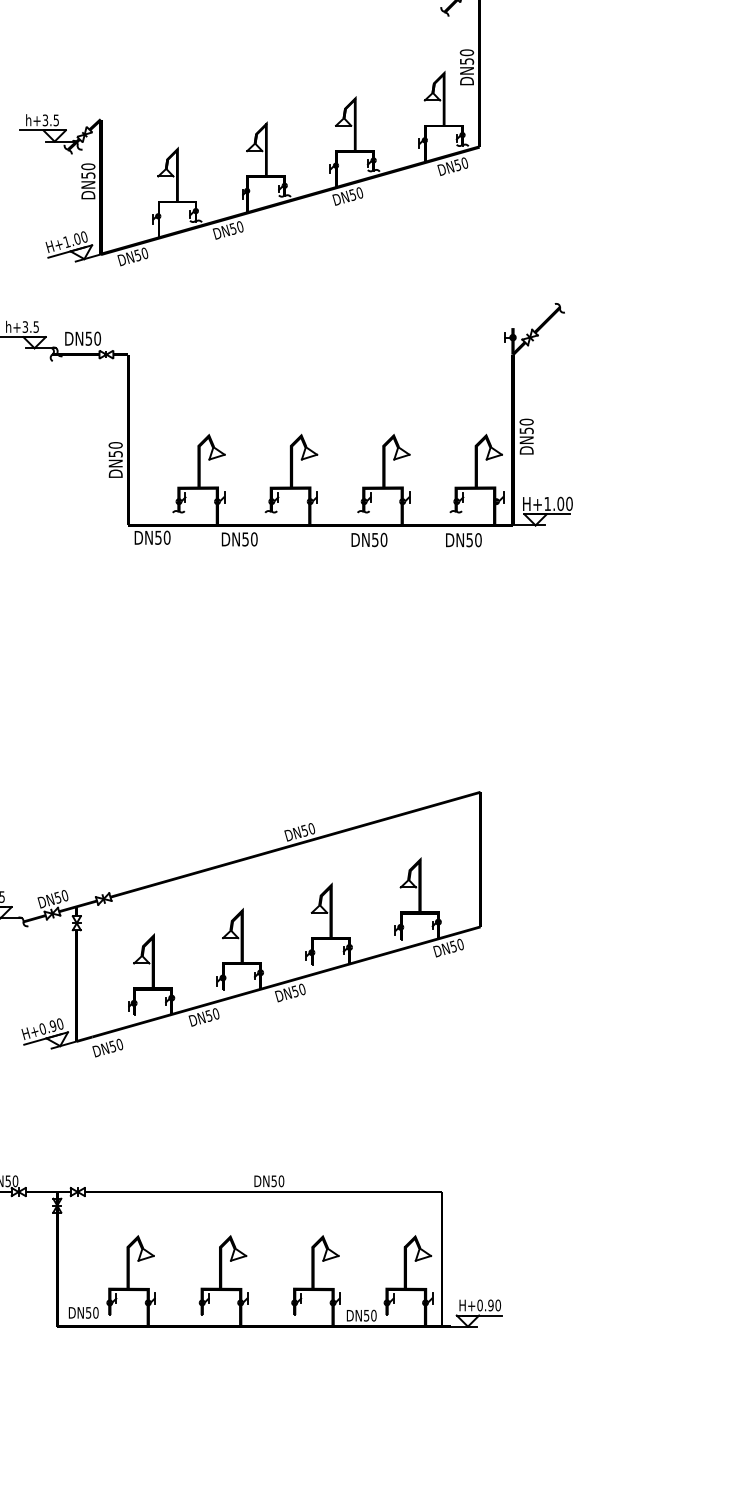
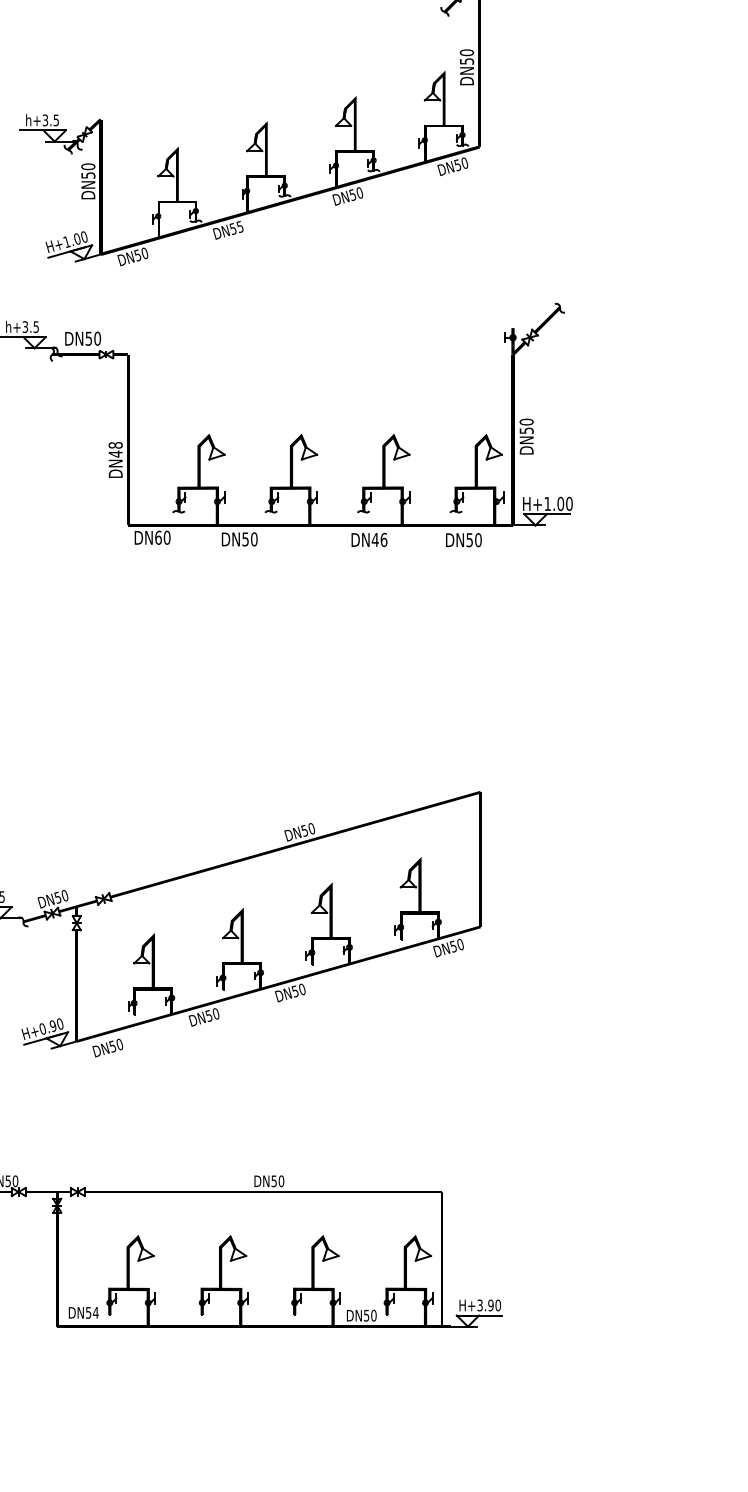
text at (239, 226): DN50 -> DN55
text at (115, 449): DN50 -> DN48
text at (158, 537): DN50 -> DN60
text at (379, 539): DN50 -> DN46
text at (479, 1305): H+0.90 -> H+3.90
text at (95, 1312): DN50 -> DN54
